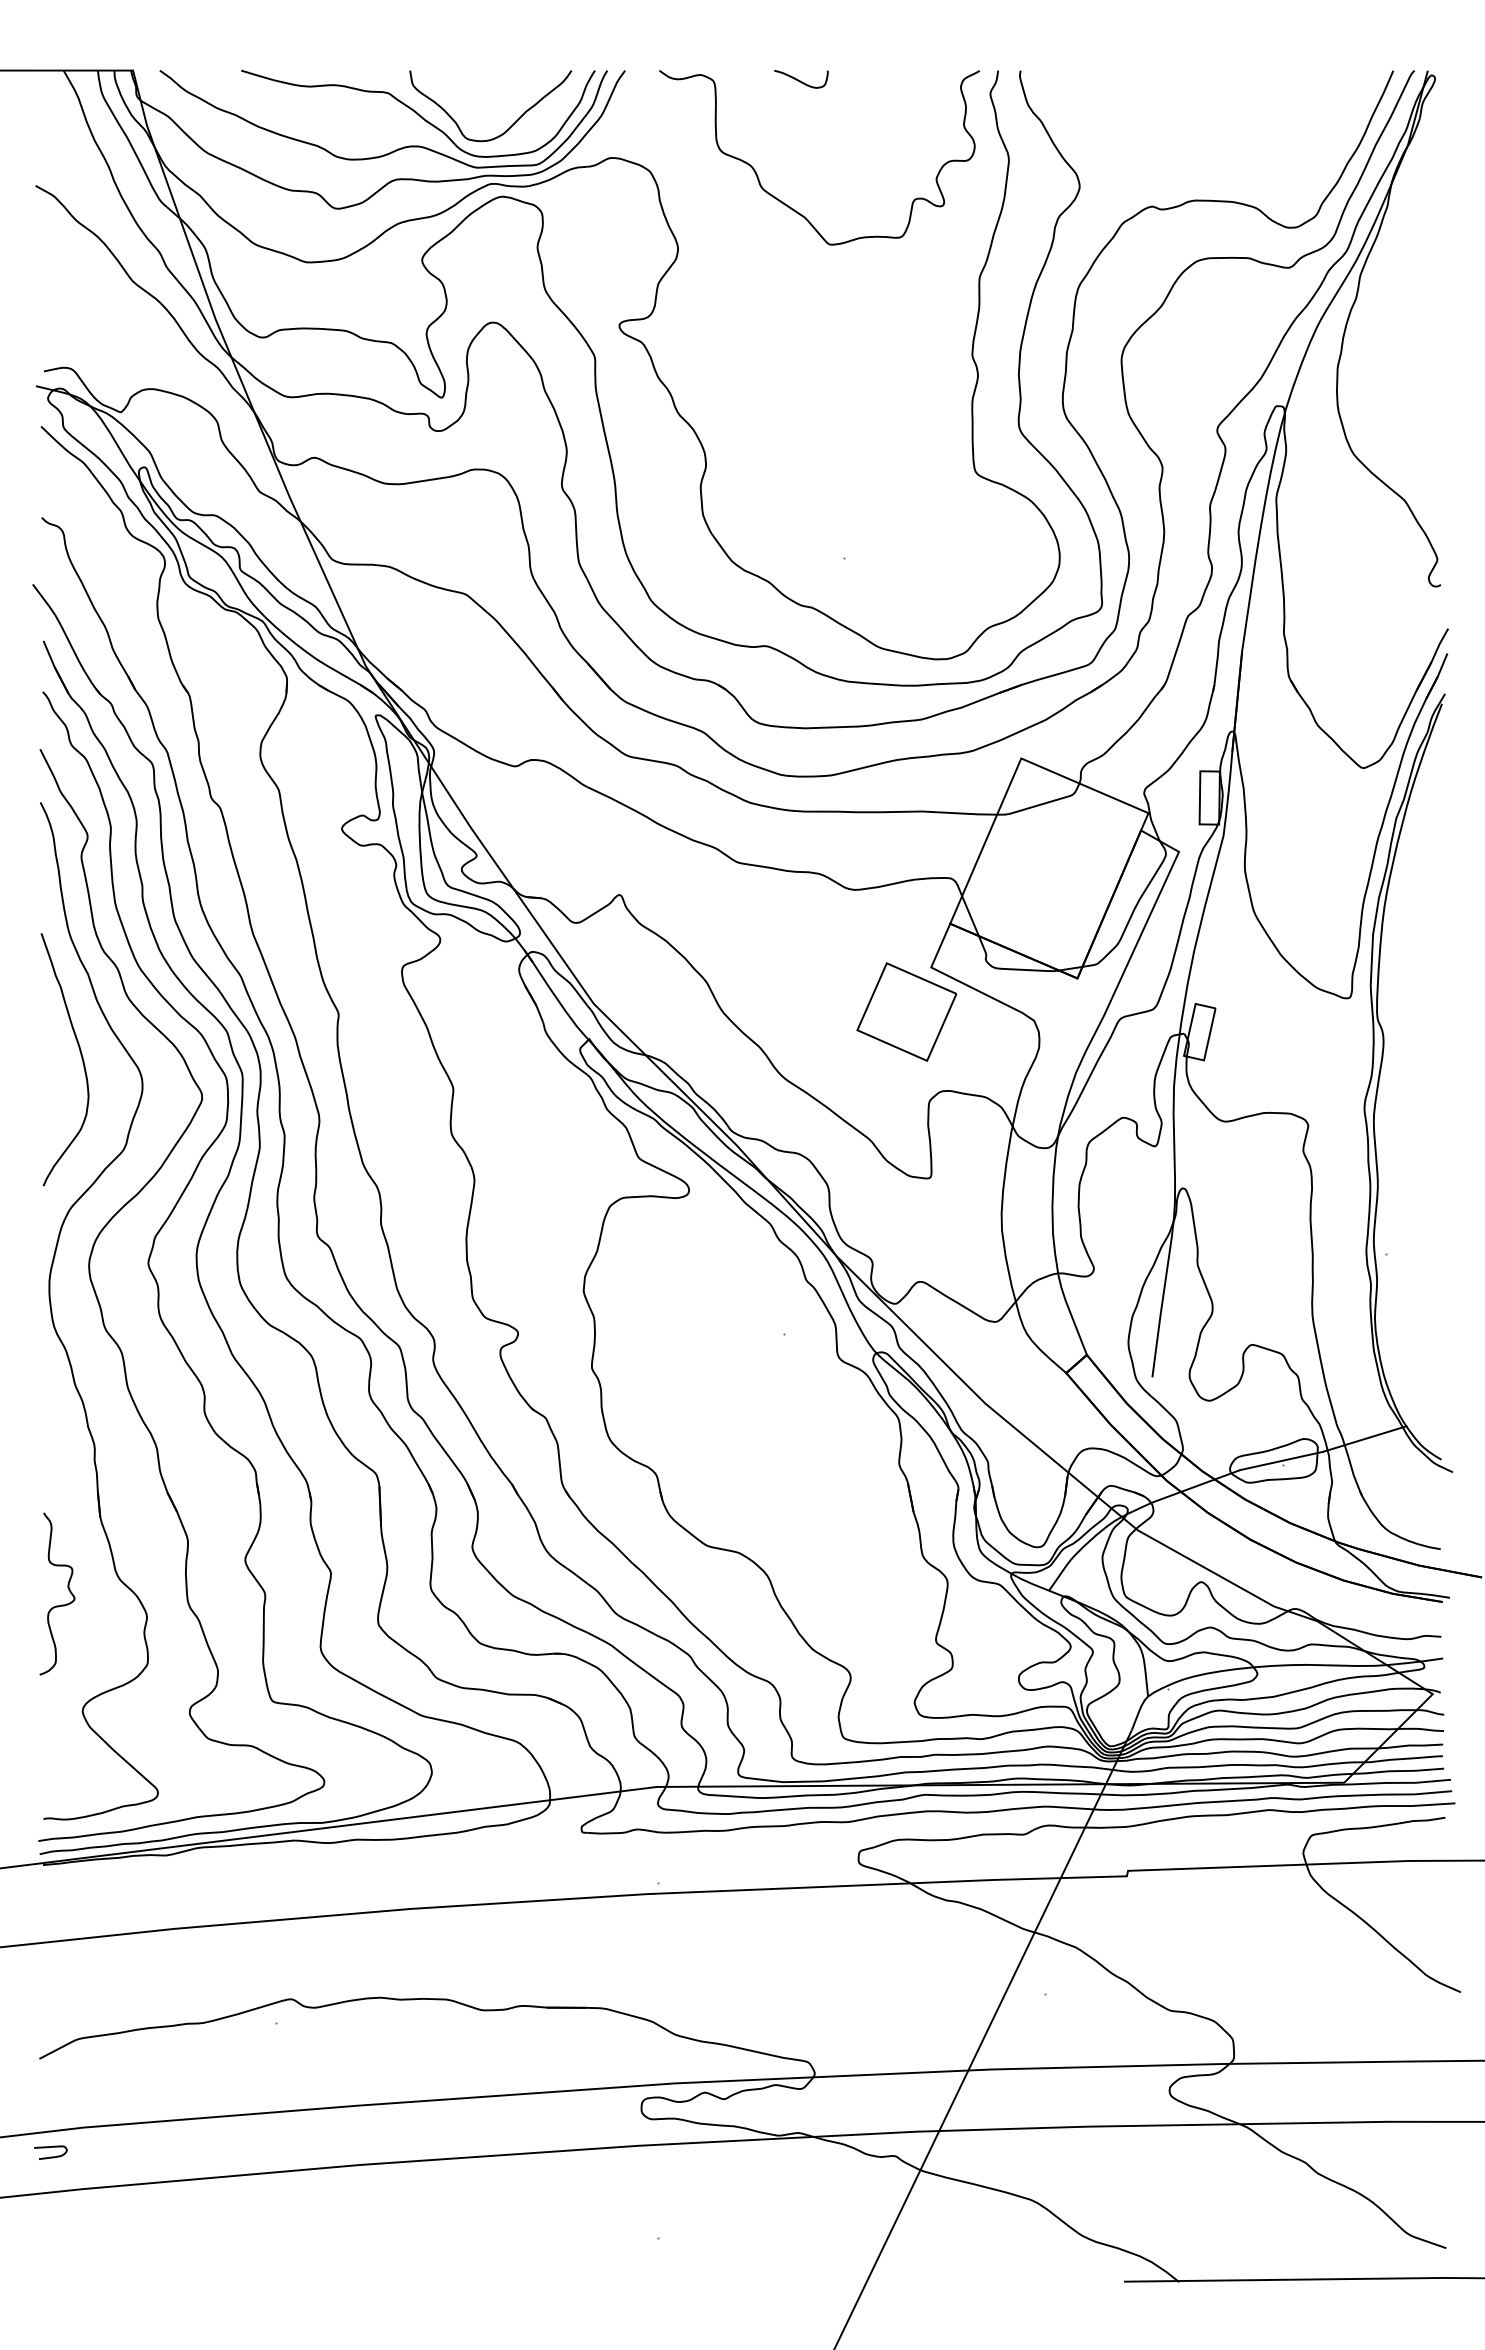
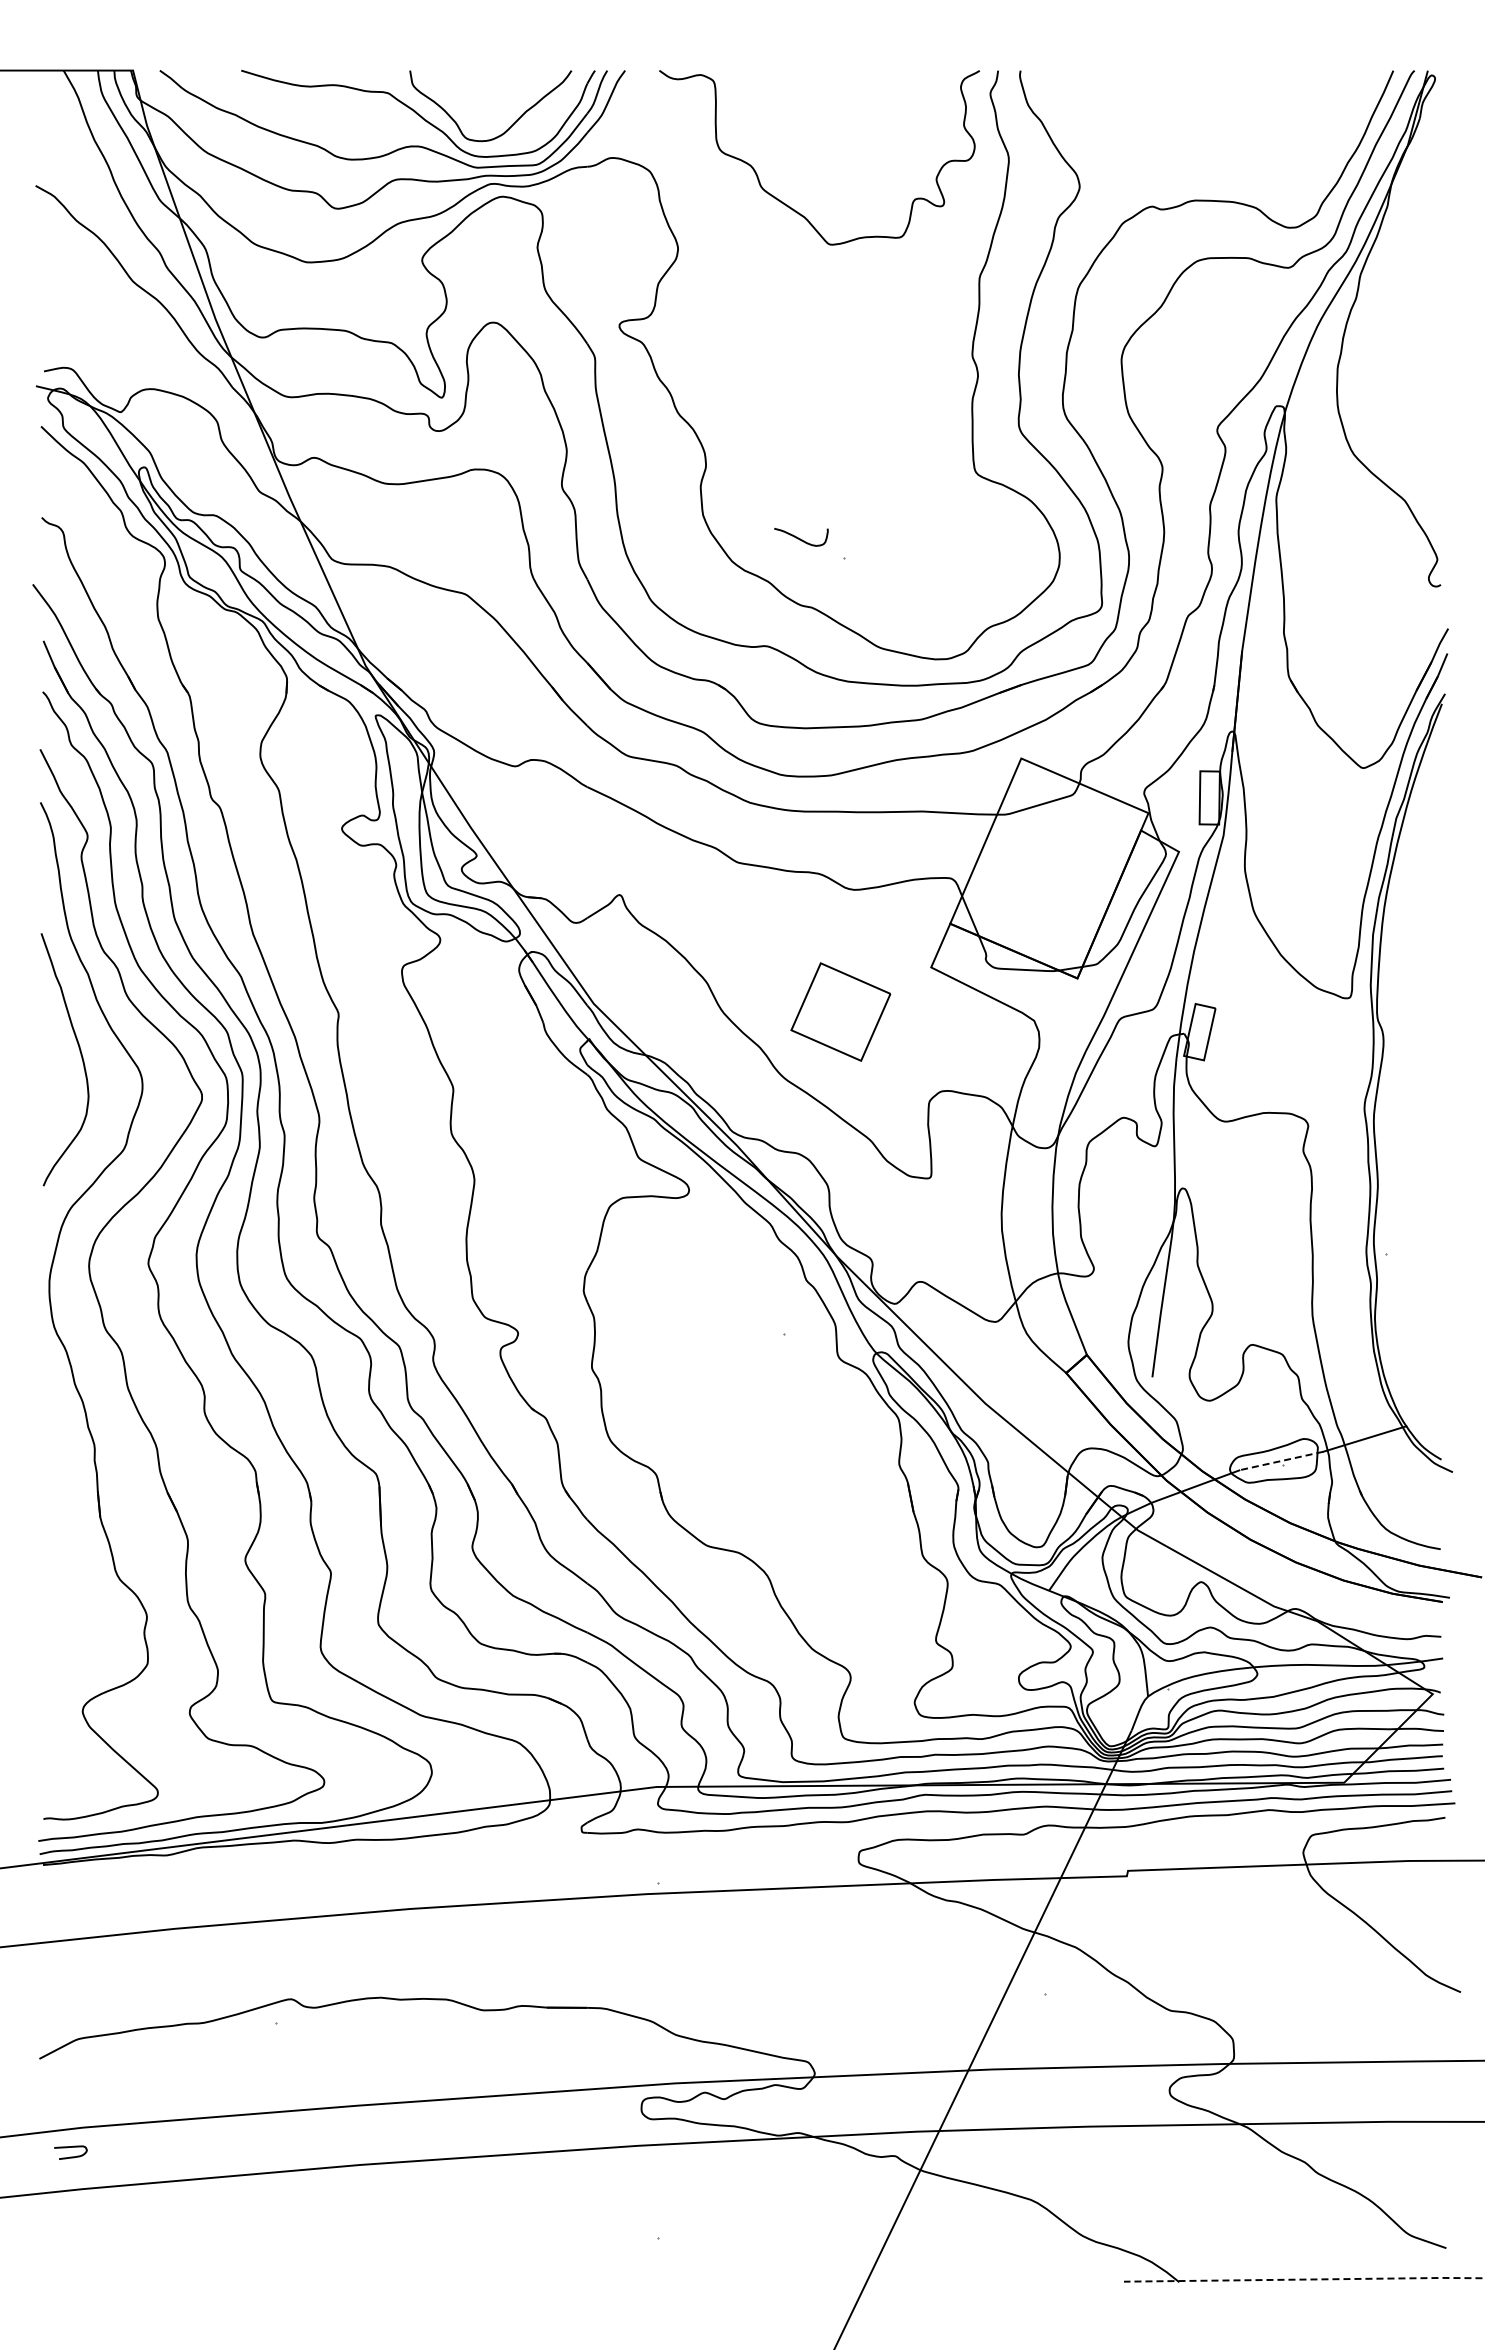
curve at (800, 80) position: (800, 80) -> (800, 538)
part at (906, 1011) position: (906, 1011) -> (840, 1011)
line at (1281, 1461): solid -> dashed
curve at (68, 1590): present -> none
curve at (50, 2156) position: (50, 2156) -> (70, 2156)
line at (1304, 2279): solid -> dashed
